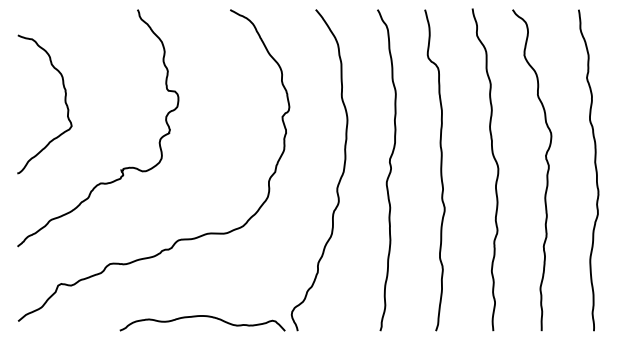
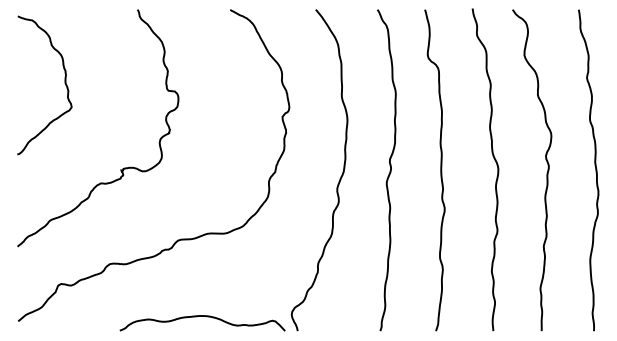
curve at (64, 102) position: (64, 102) -> (64, 83)
